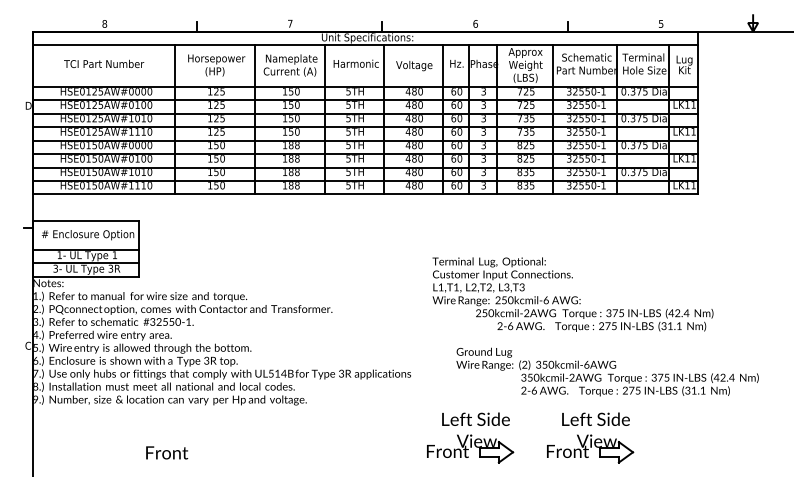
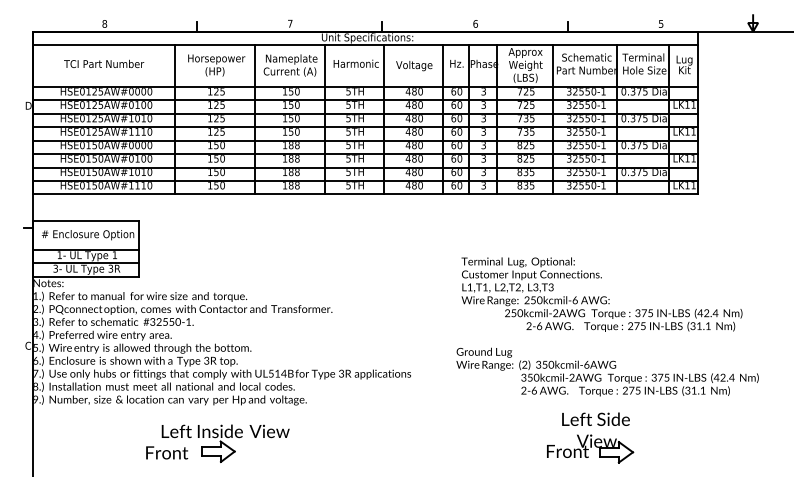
text at (572, 294) position: (572, 294) -> (601, 294)
part at (470, 437): present -> none
part at (225, 443): none -> present
